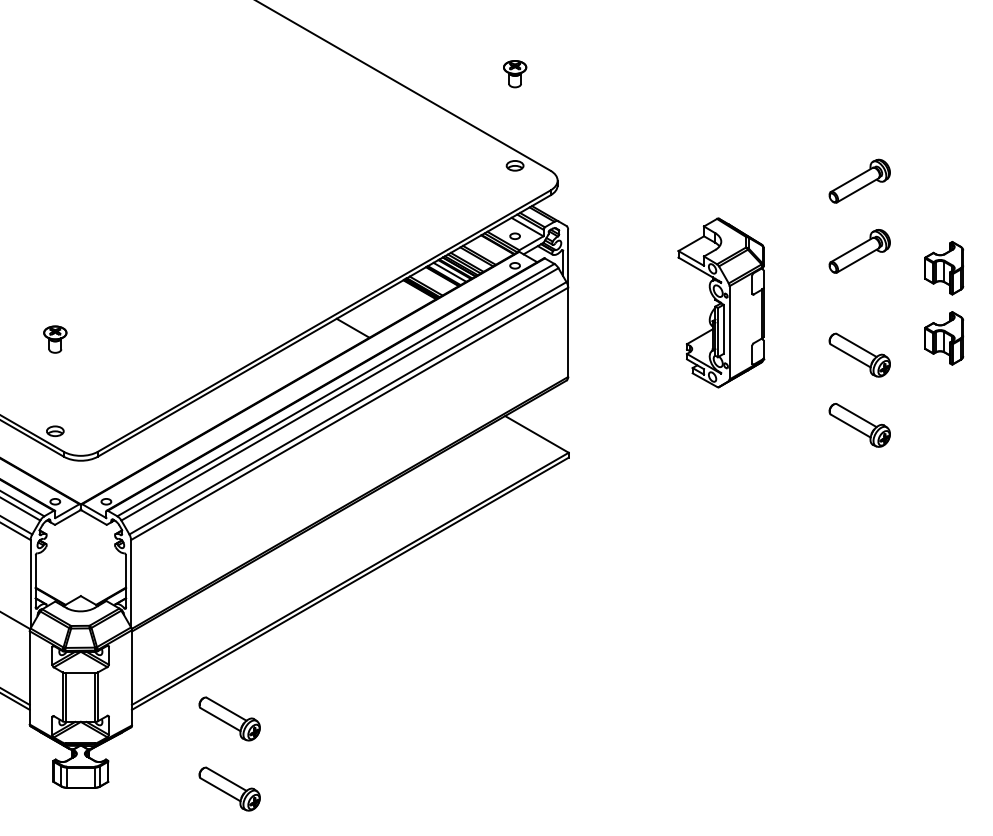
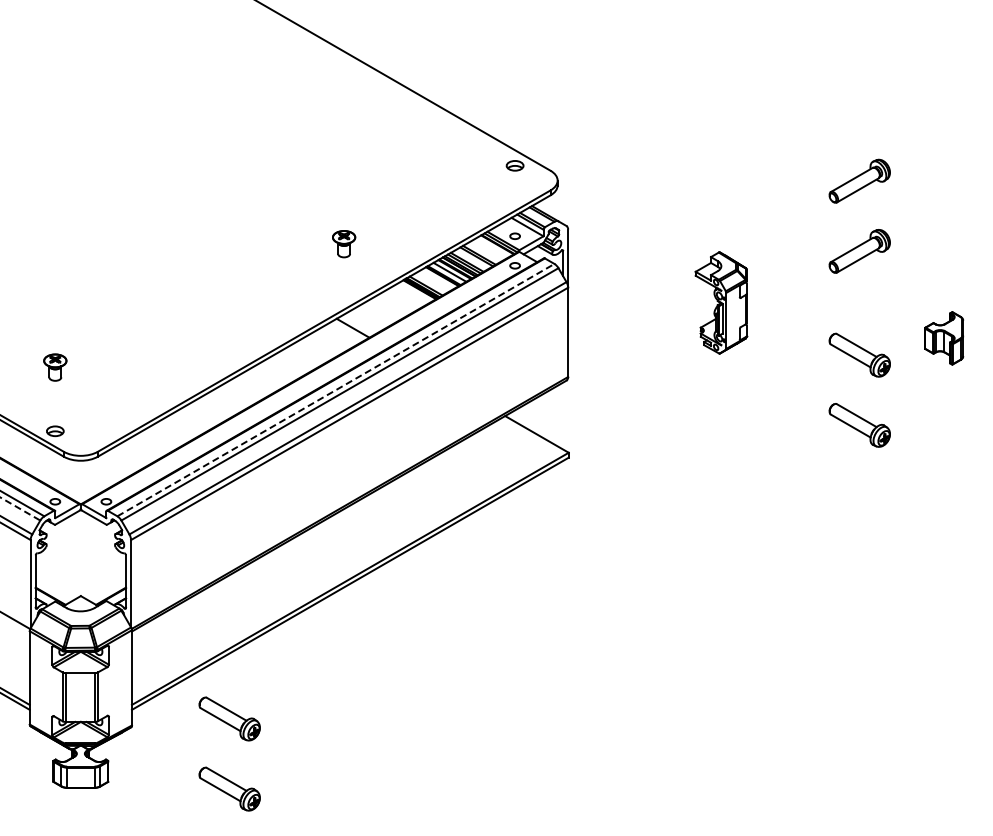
part at (515, 74) position: (515, 74) -> (344, 244)
part at (944, 268): present -> none
part at (721, 302) size: 89x172 px -> 55x104 px
part at (55, 339) position: (55, 339) -> (55, 367)
line at (336, 389): solid -> dashed
line at (20, 509): solid -> dashed
